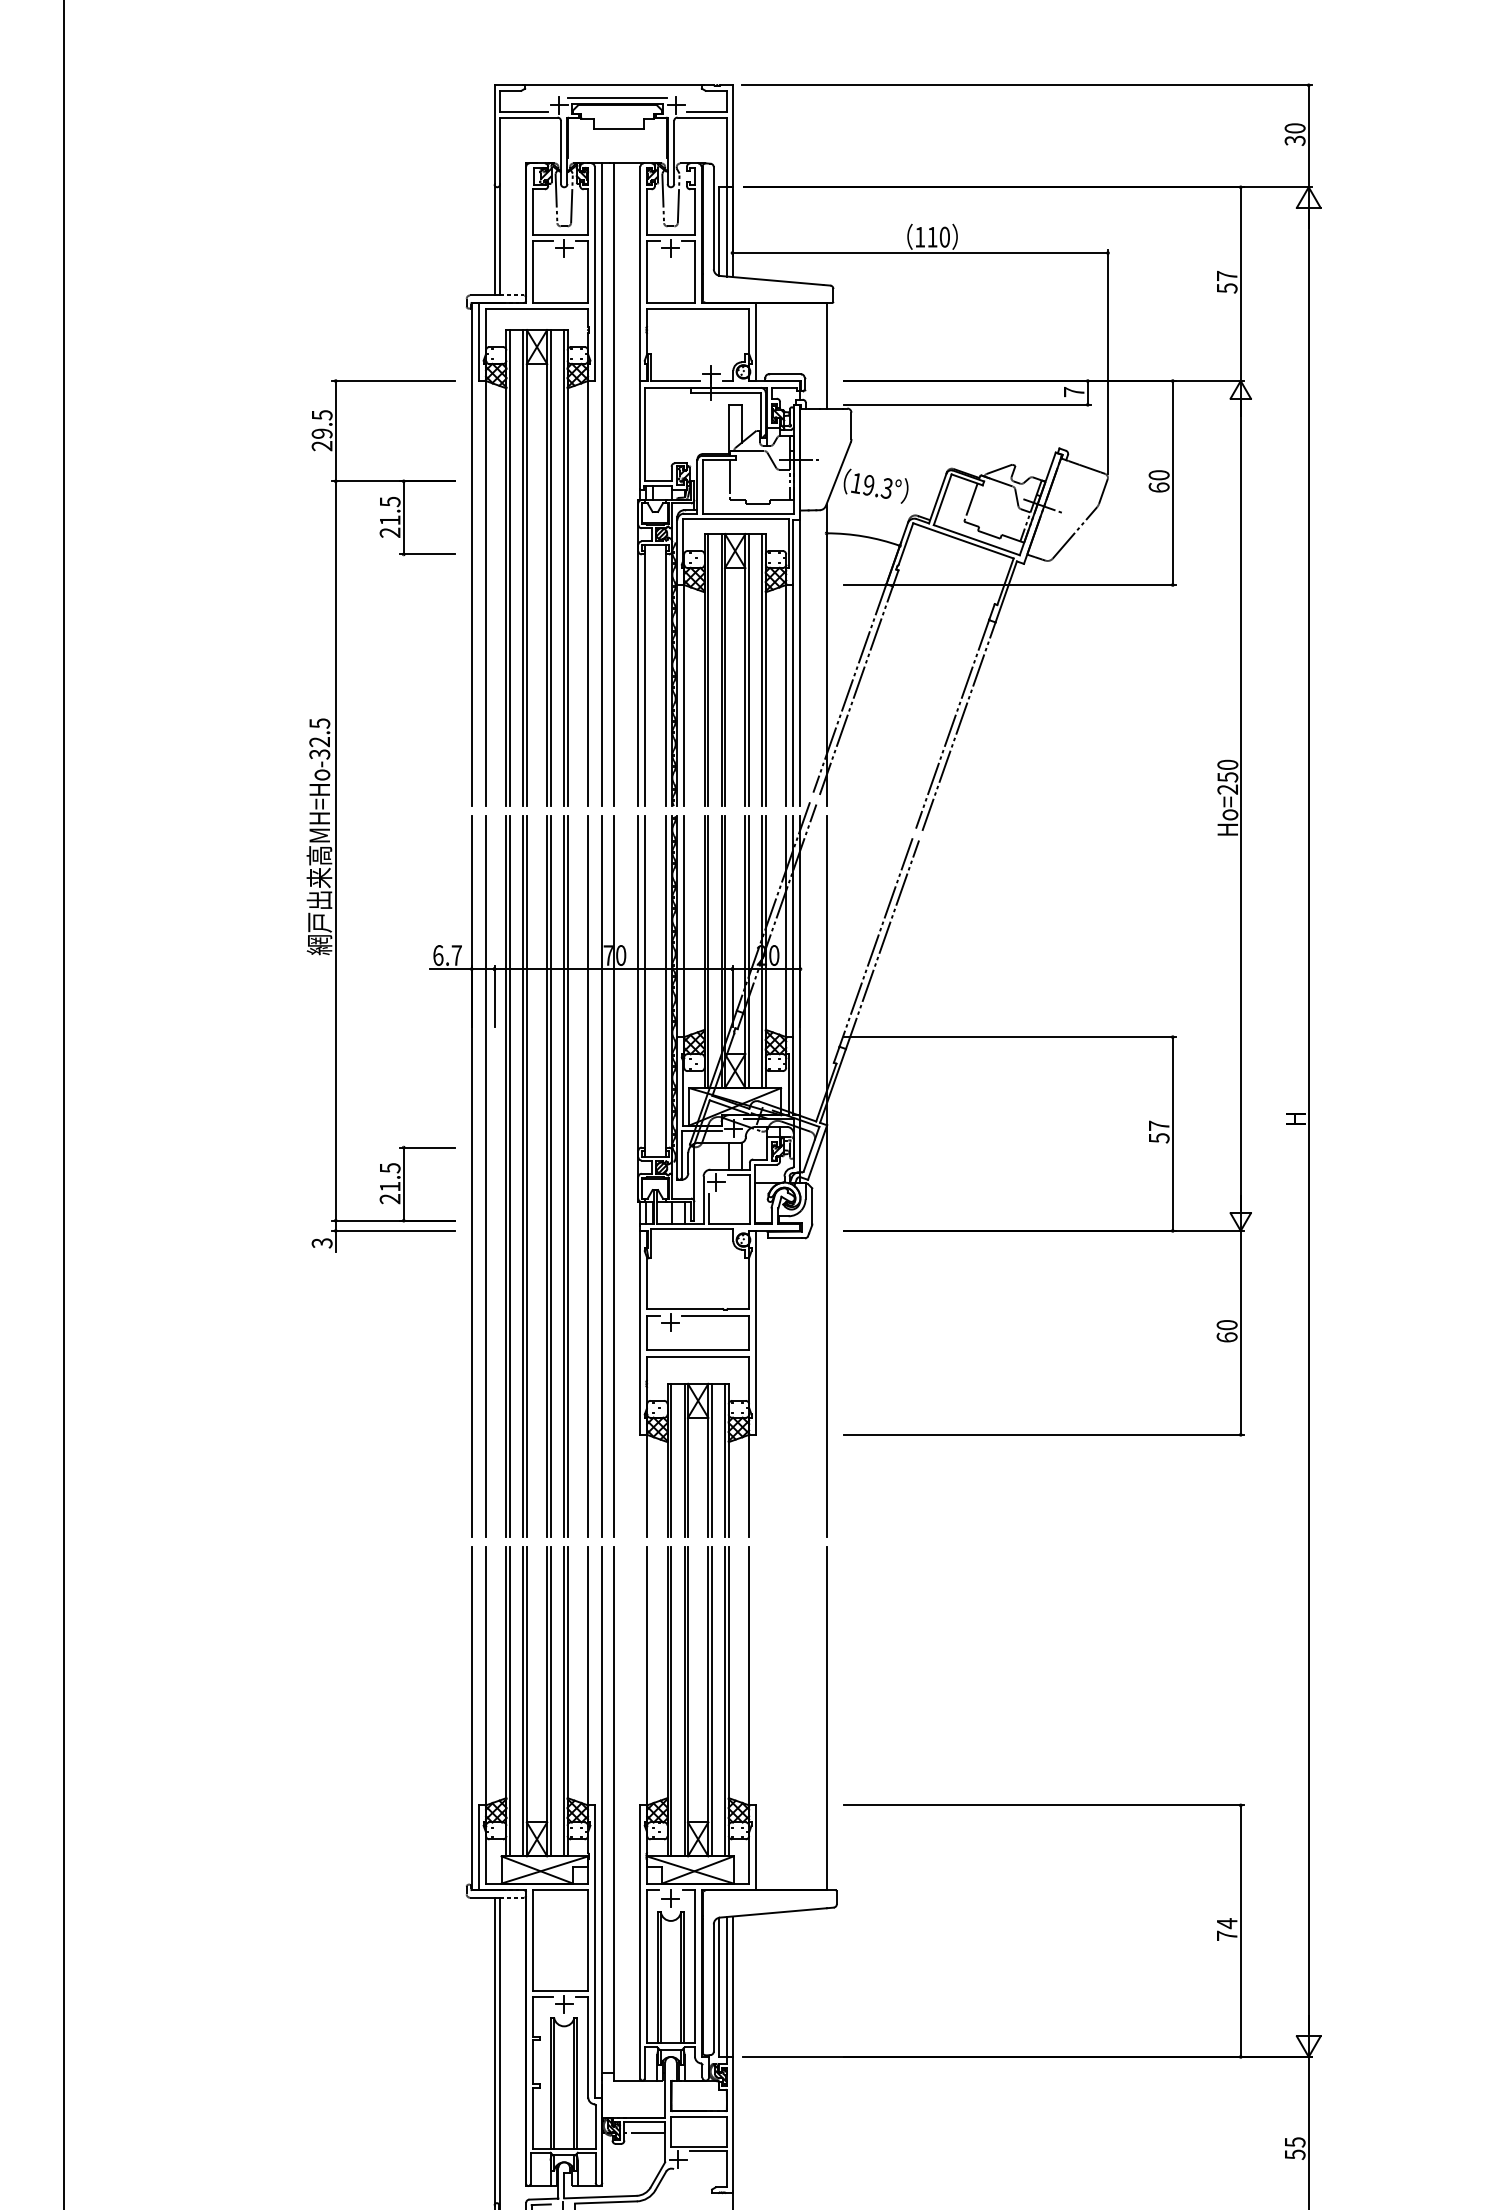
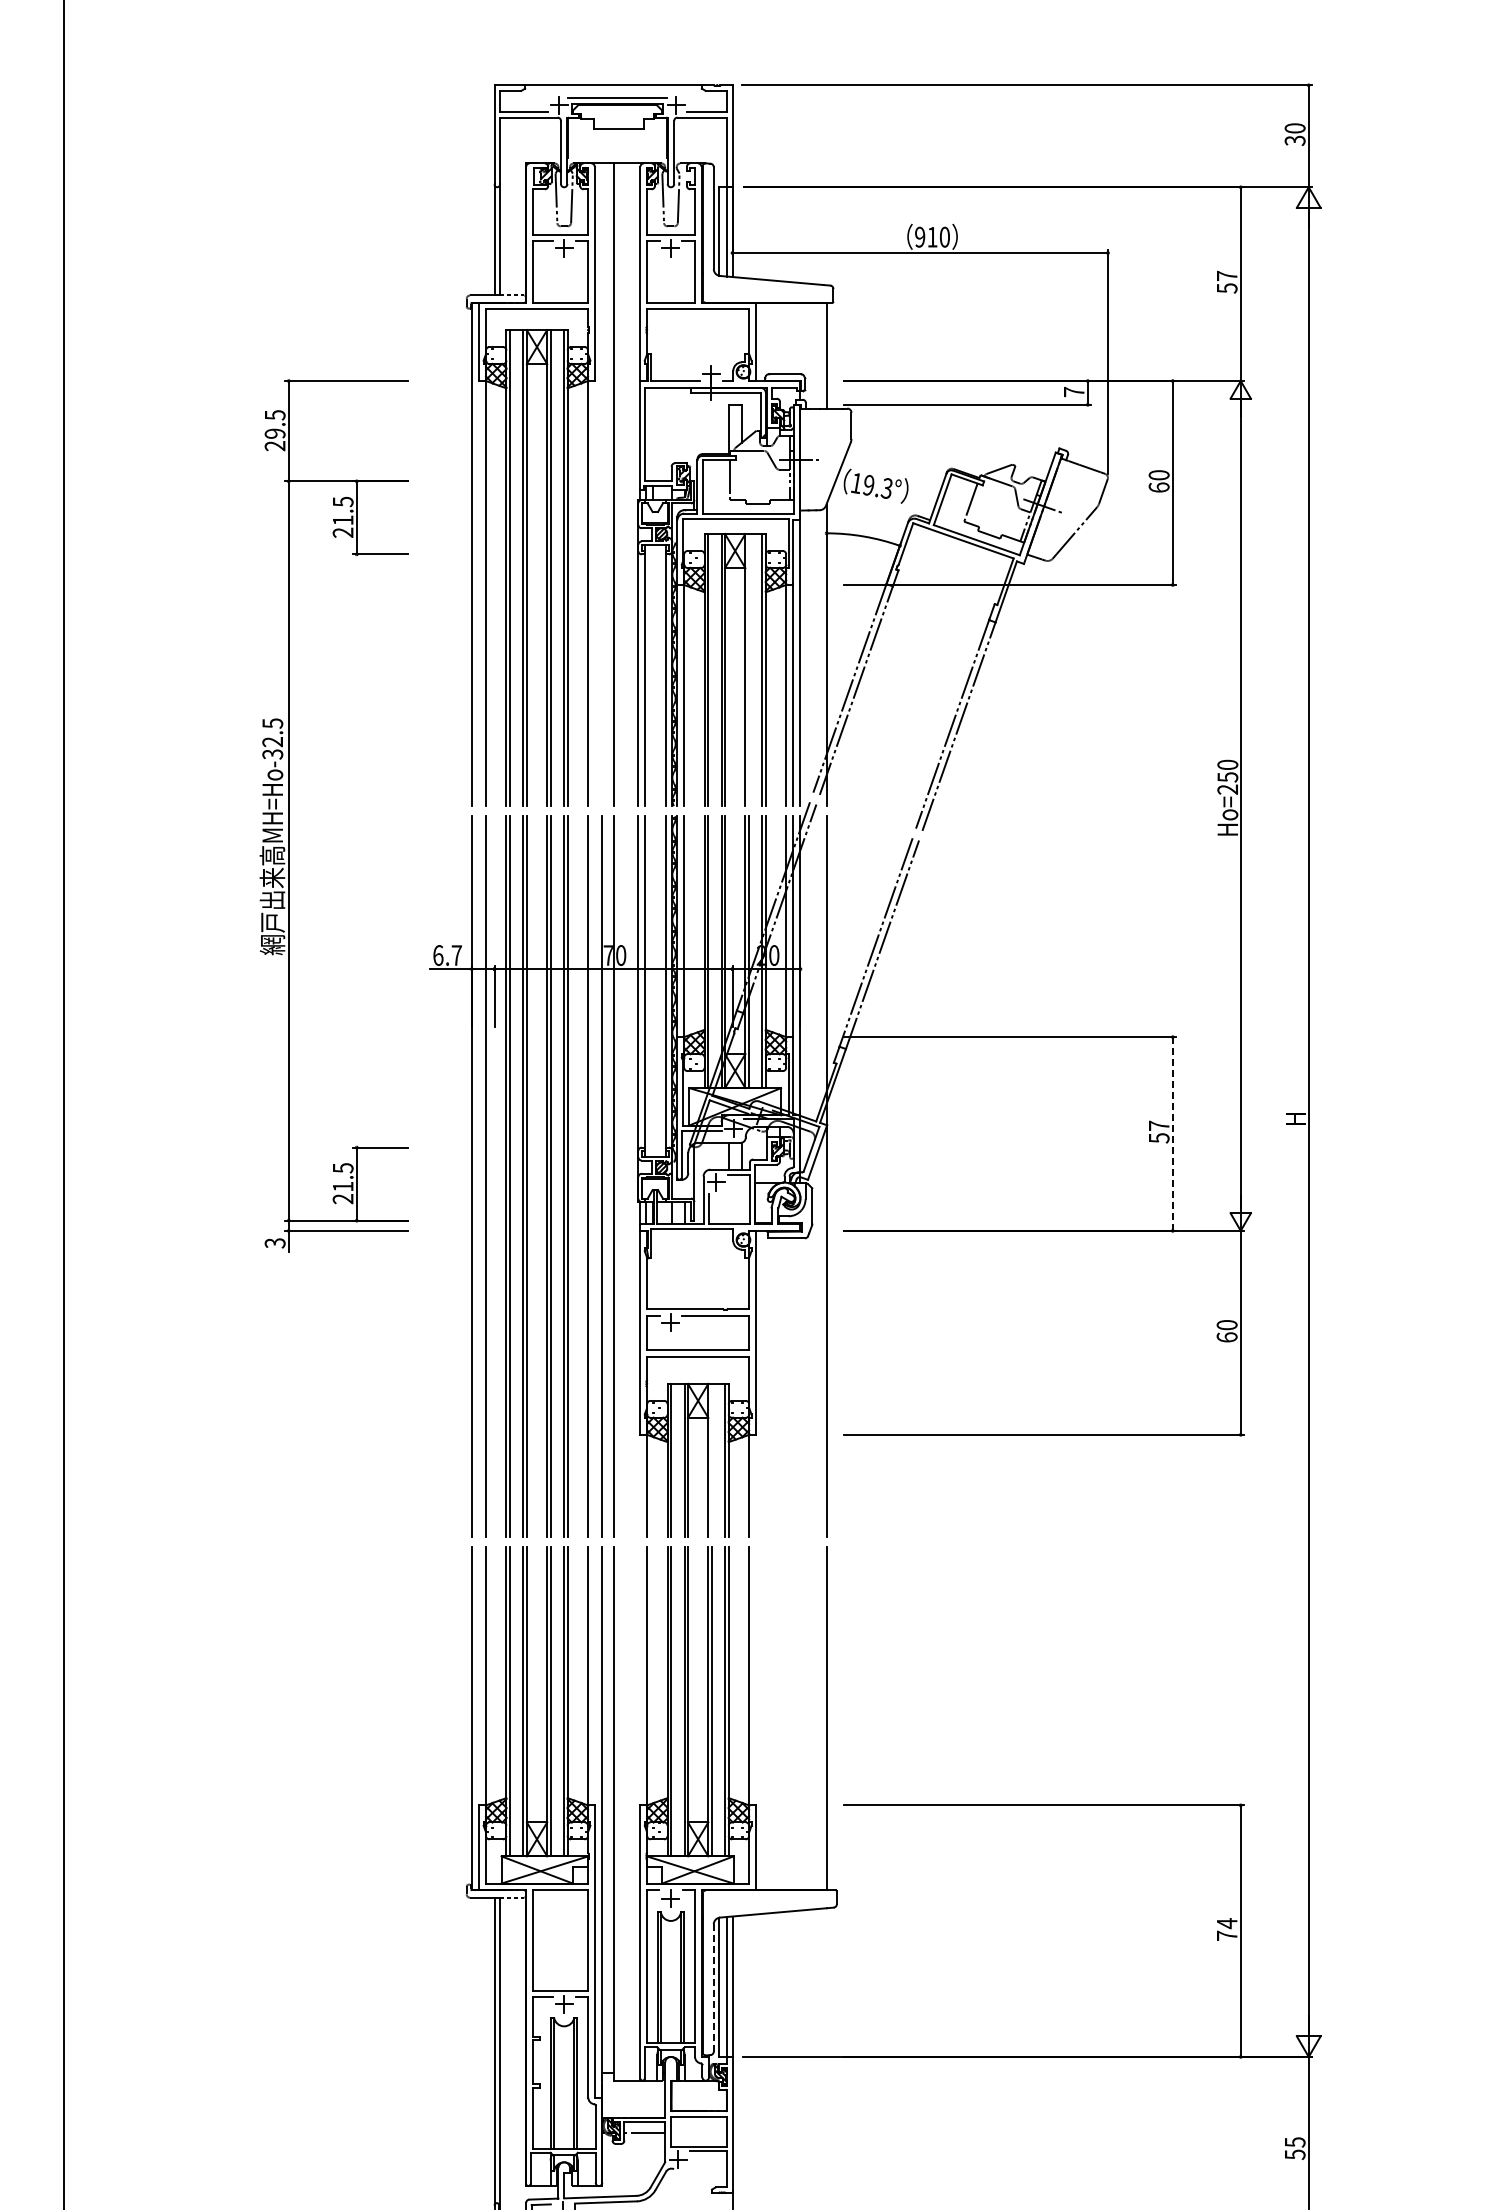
text at (920, 236): 110 -> 910
line at (602, 484): present -> none
line at (748, 669): present -> none
part at (336, 815) position: (336, 815) -> (289, 815)
line at (1172, 1134): solid -> dashed
line at (711, 1459): present -> none
line at (713, 1988): solid -> dashed
